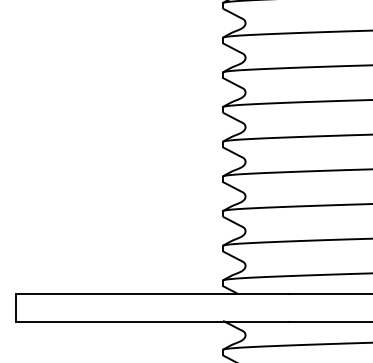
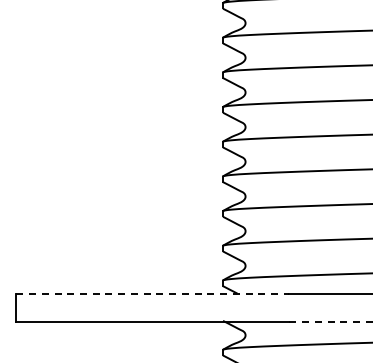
line at (152, 293): solid -> dashed
line at (331, 322): solid -> dashed
